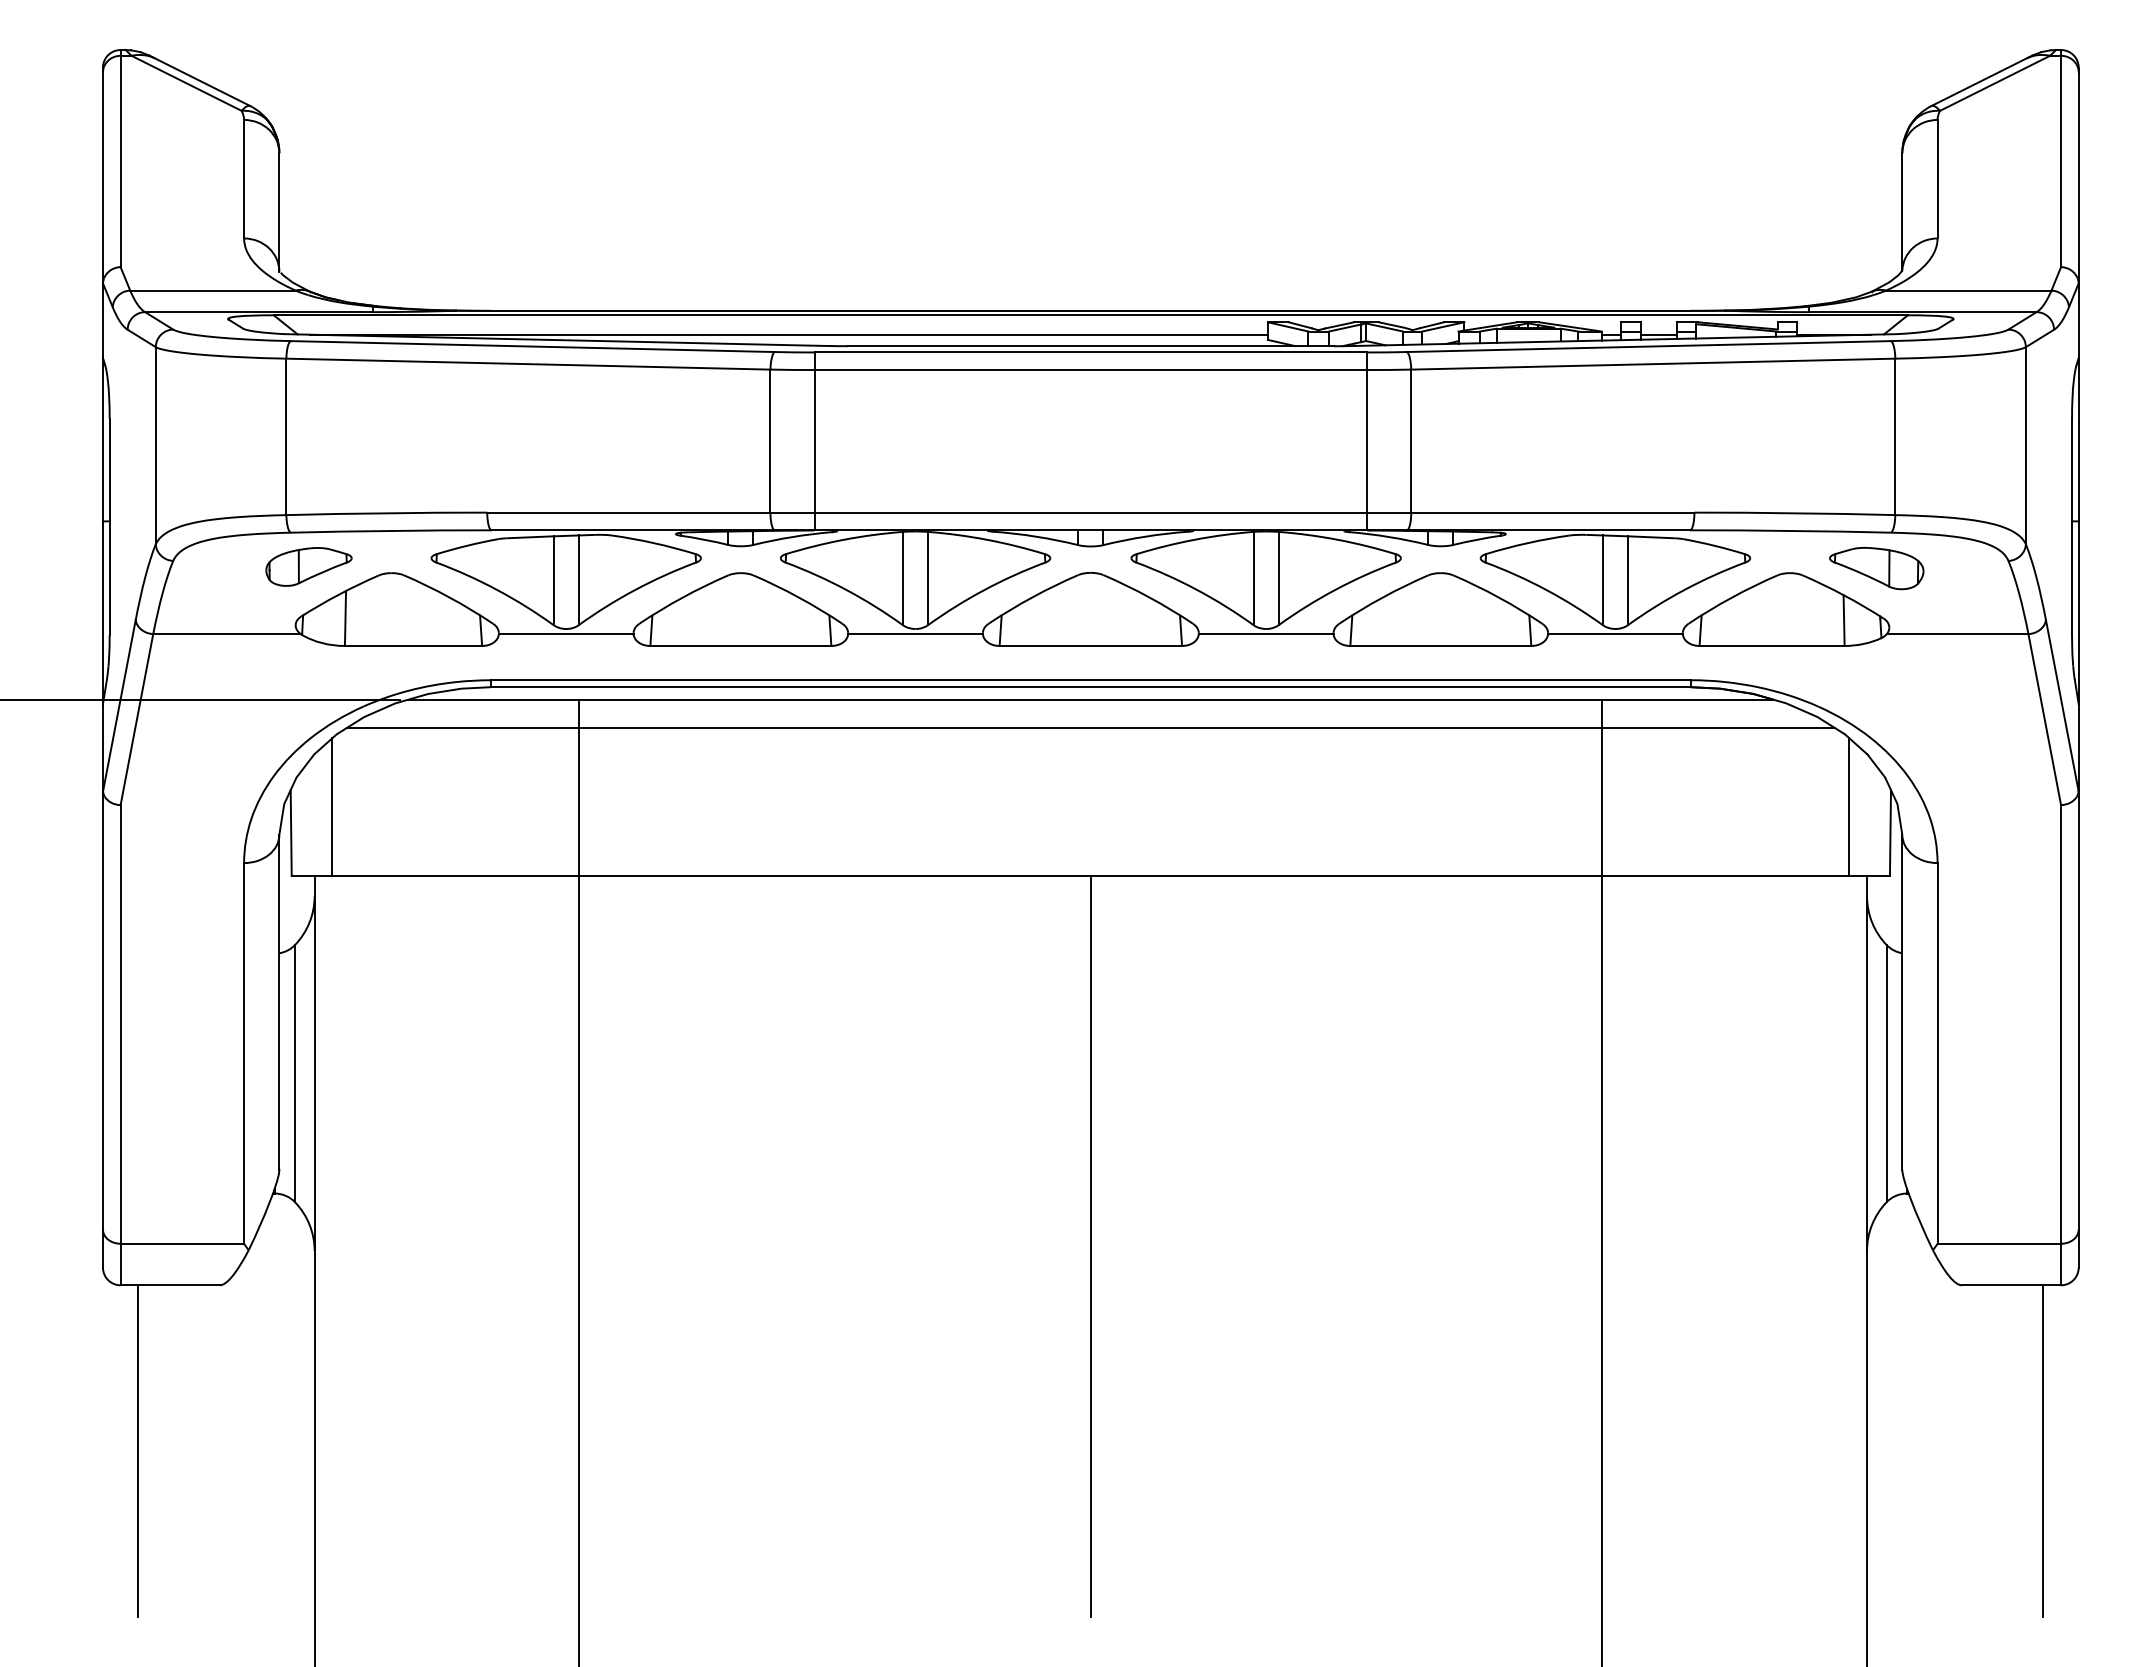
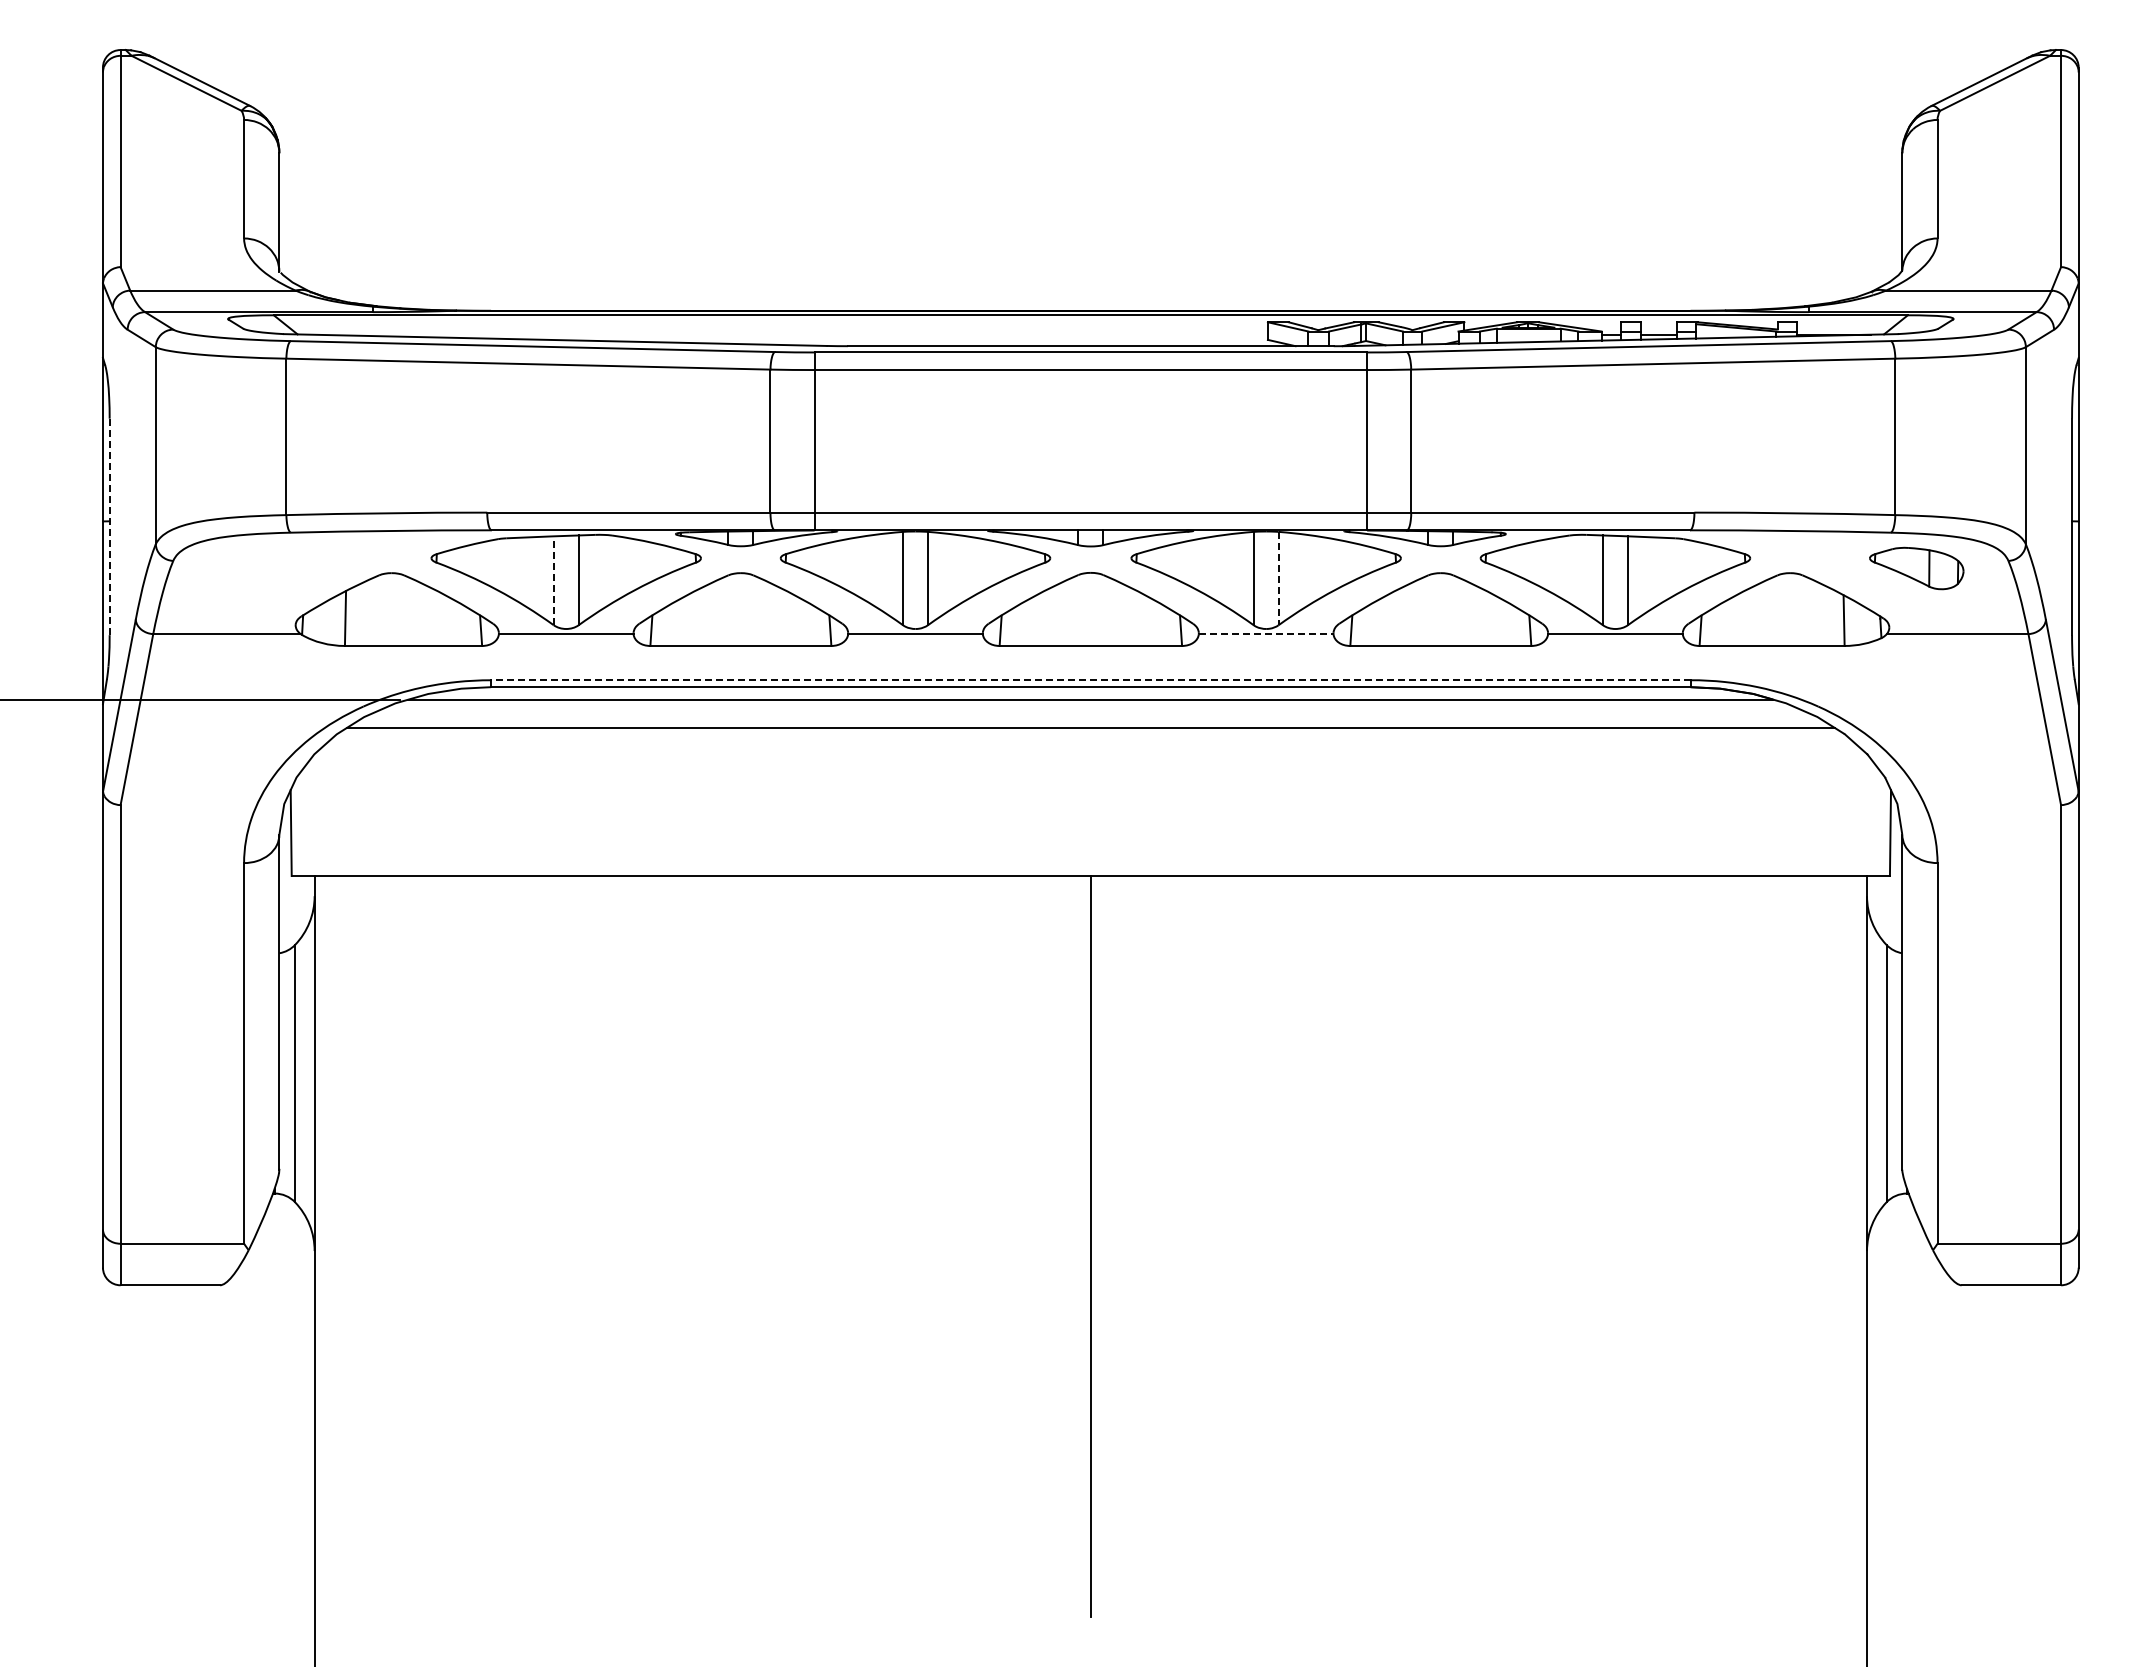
line at (788, 334): present -> none
line at (109, 526): solid -> dashed
part at (308, 566): present -> none
part at (1876, 568) position: (1876, 568) -> (1916, 568)
line at (1278, 578): solid -> dashed
line at (553, 580): solid -> dashed
line at (1266, 634): solid -> dashed
line at (1090, 680): solid -> dashed
line at (332, 807): present -> none
line at (1849, 807): present -> none
line at (579, 1181): present -> none
line at (1602, 1181): present -> none
line at (138, 1450): present -> none
line at (2043, 1450): present -> none
